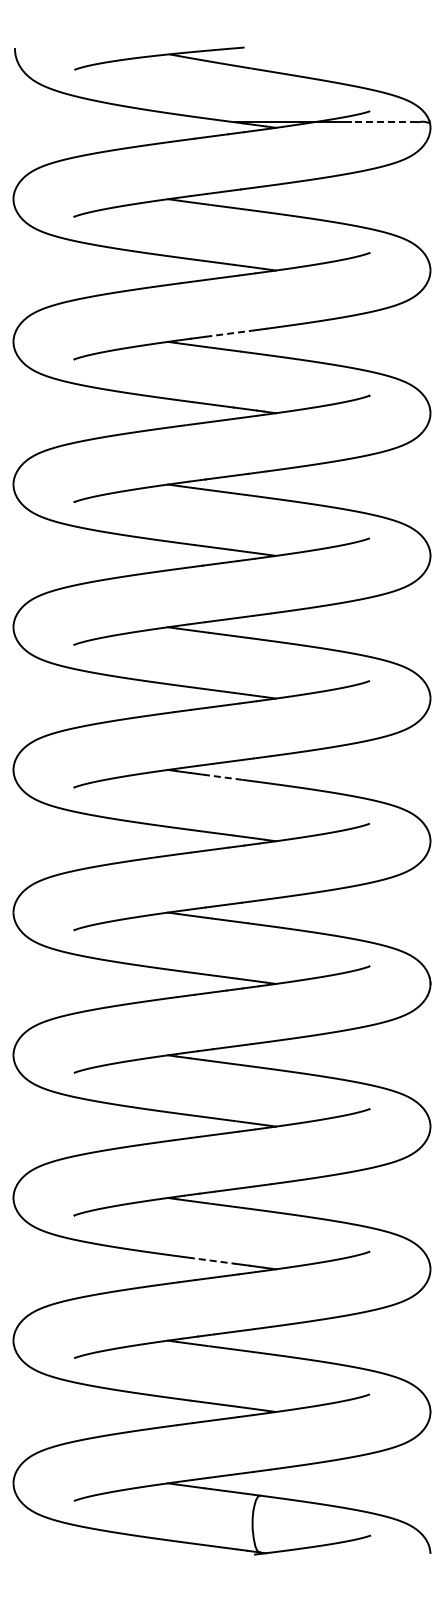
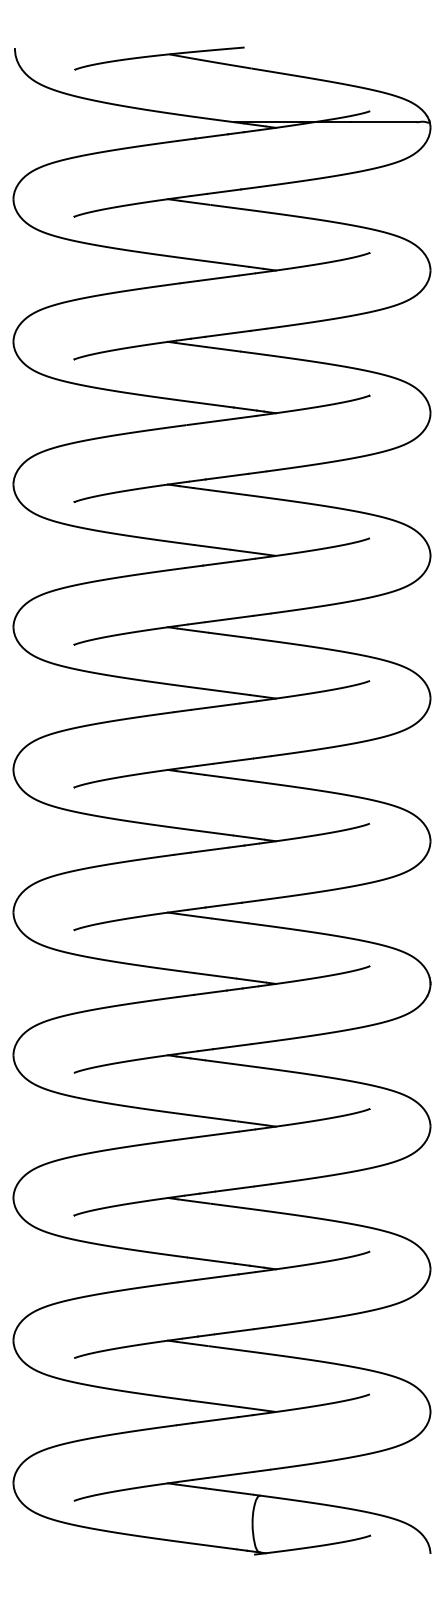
line at (383, 122): dashed -> solid
line at (228, 333): dashed -> solid
line at (223, 777): dashed -> solid
line at (211, 1260): dashed -> solid
